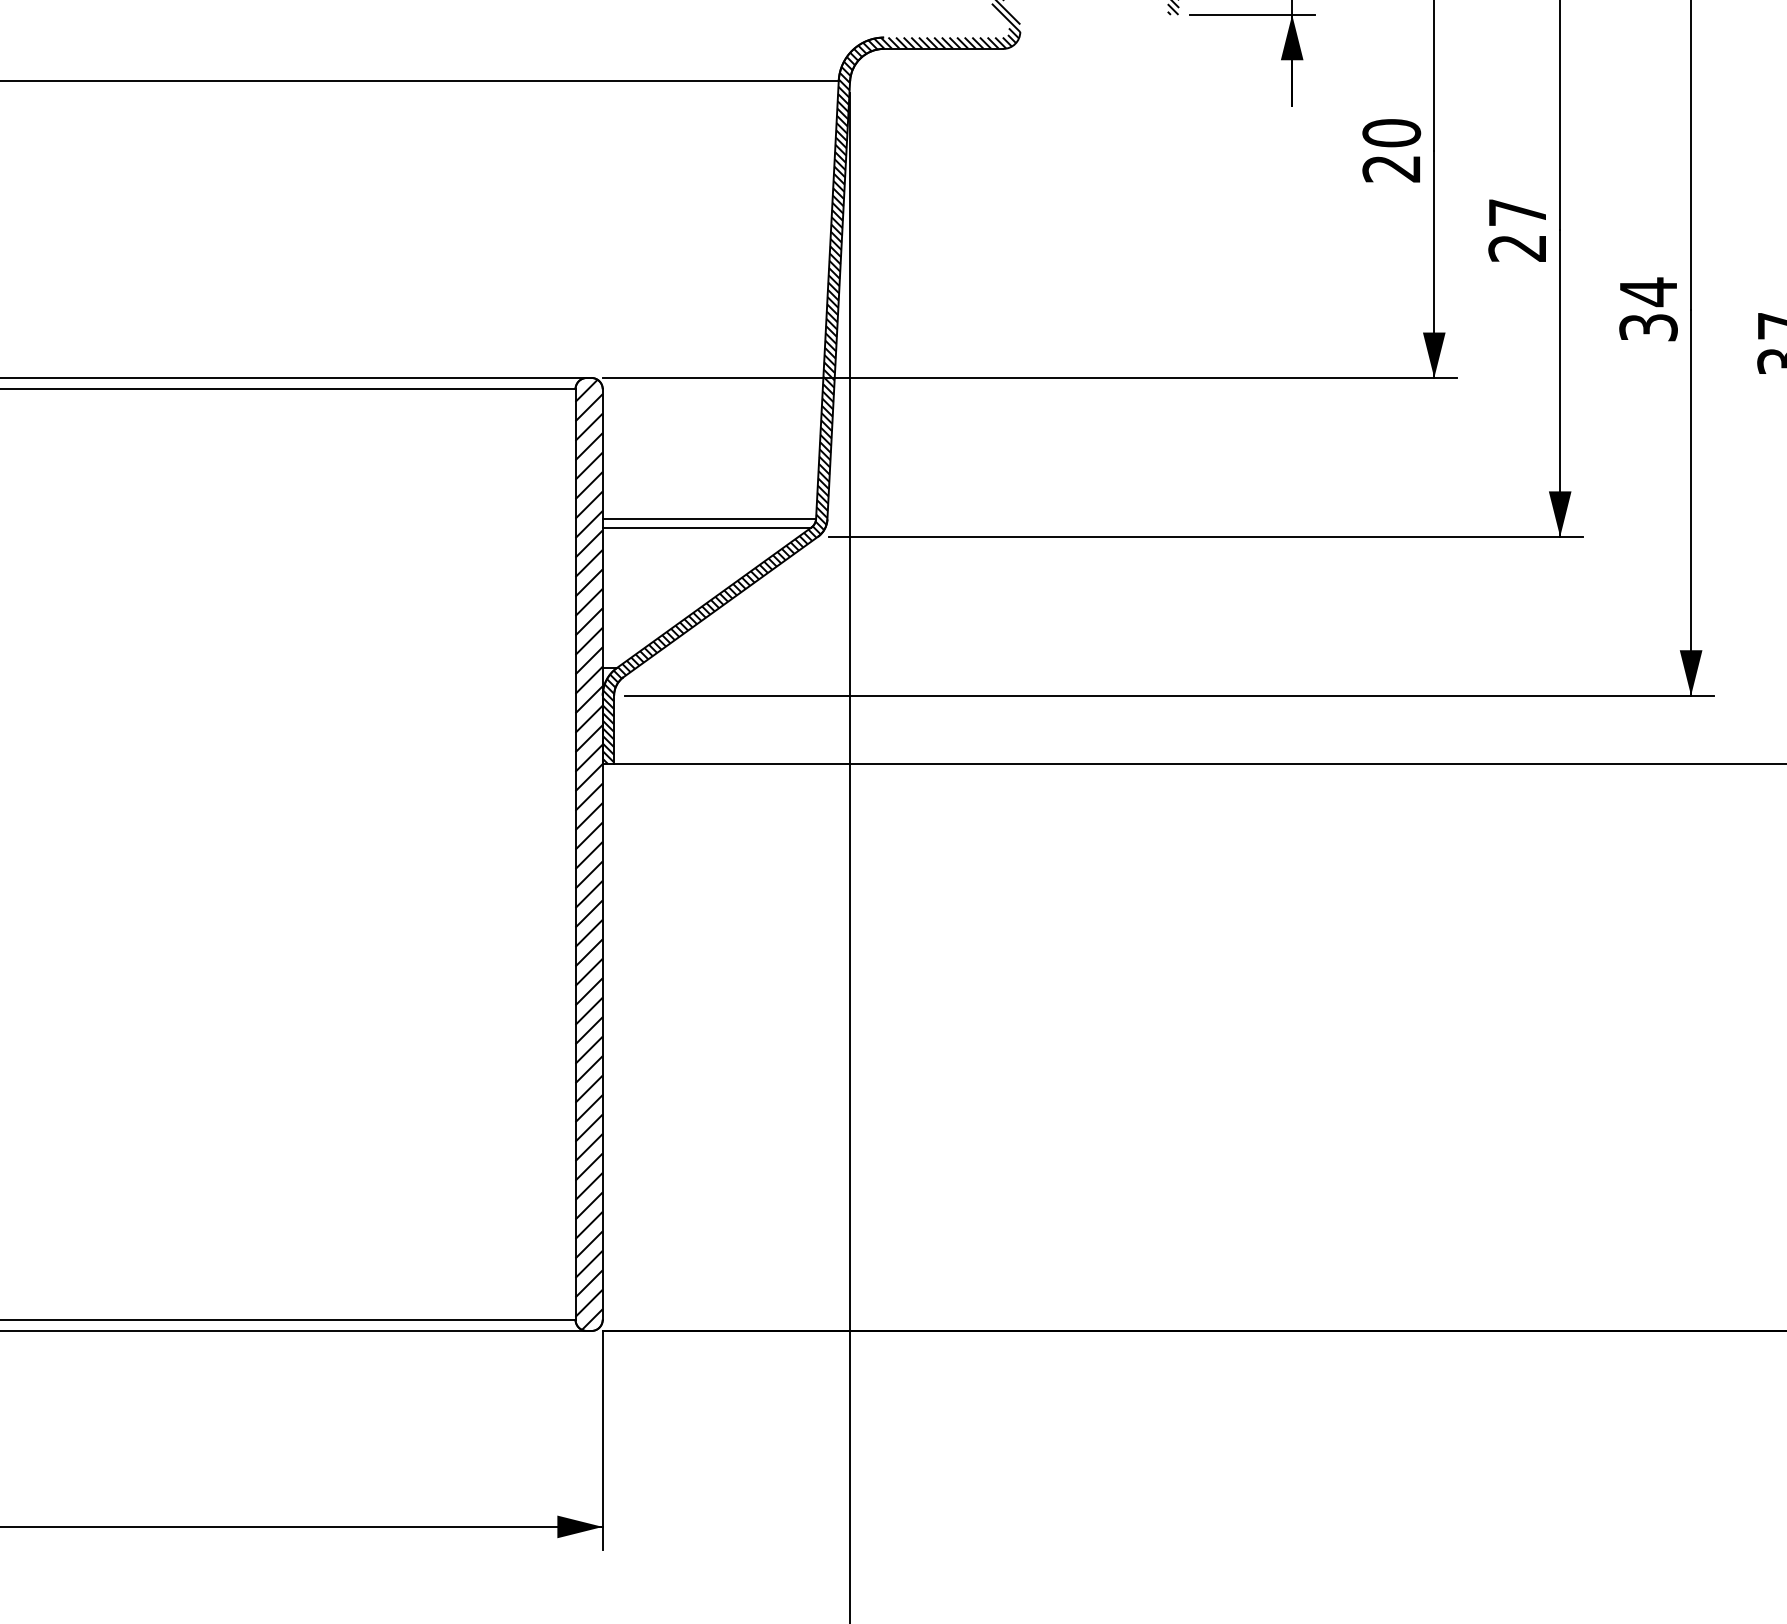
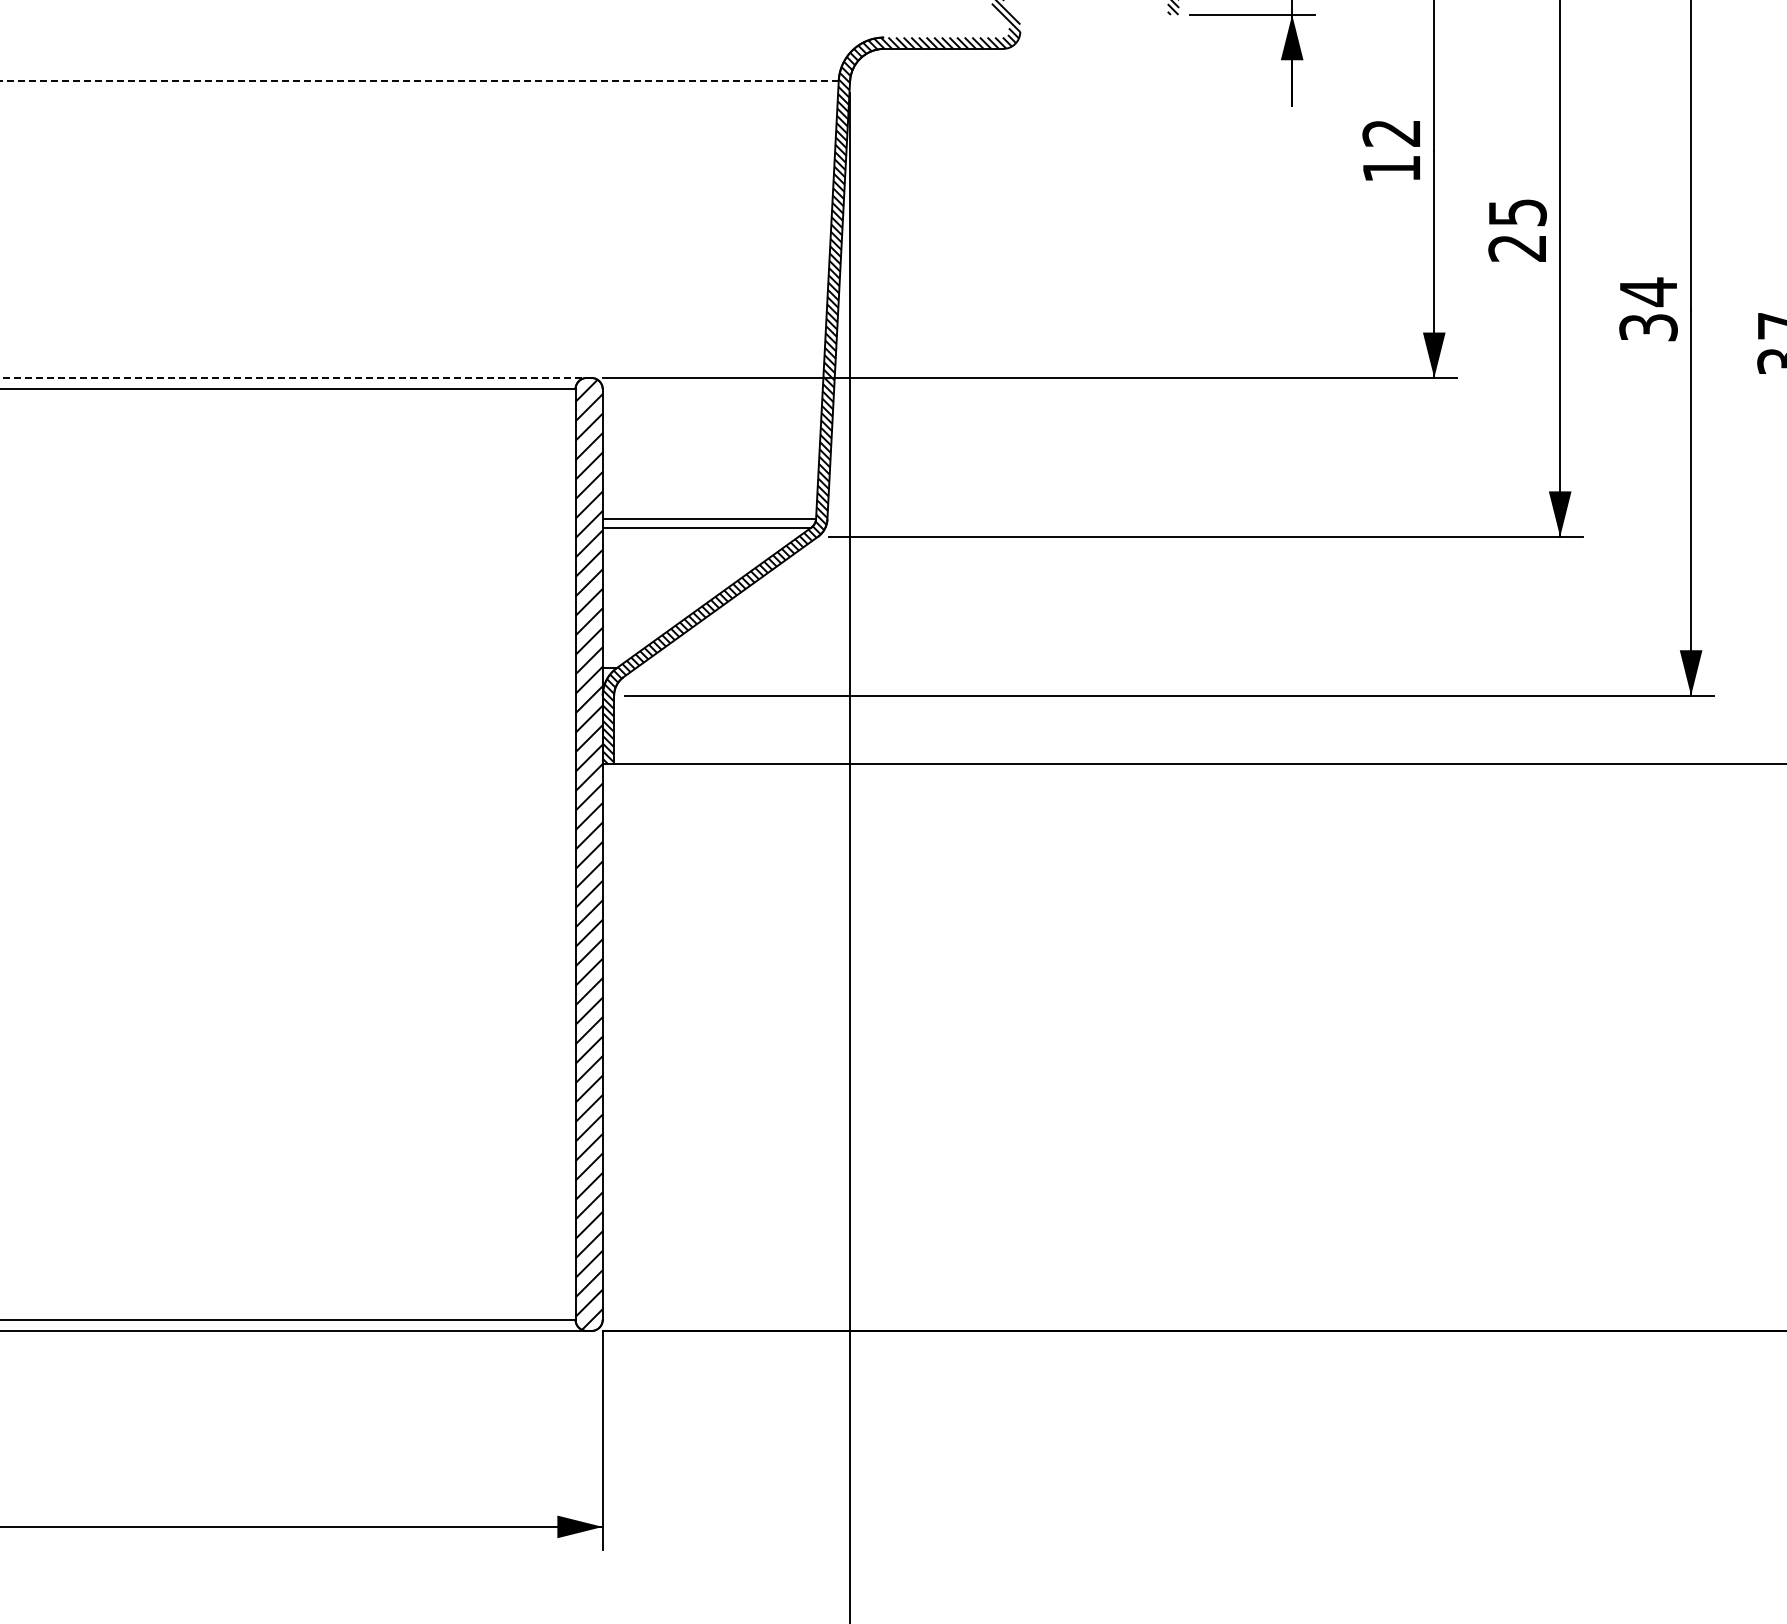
line at (418, 80): solid -> dashed
text at (1391, 150): 20 -> 12
text at (1517, 212): 27 -> 25
line at (296, 377): solid -> dashed
